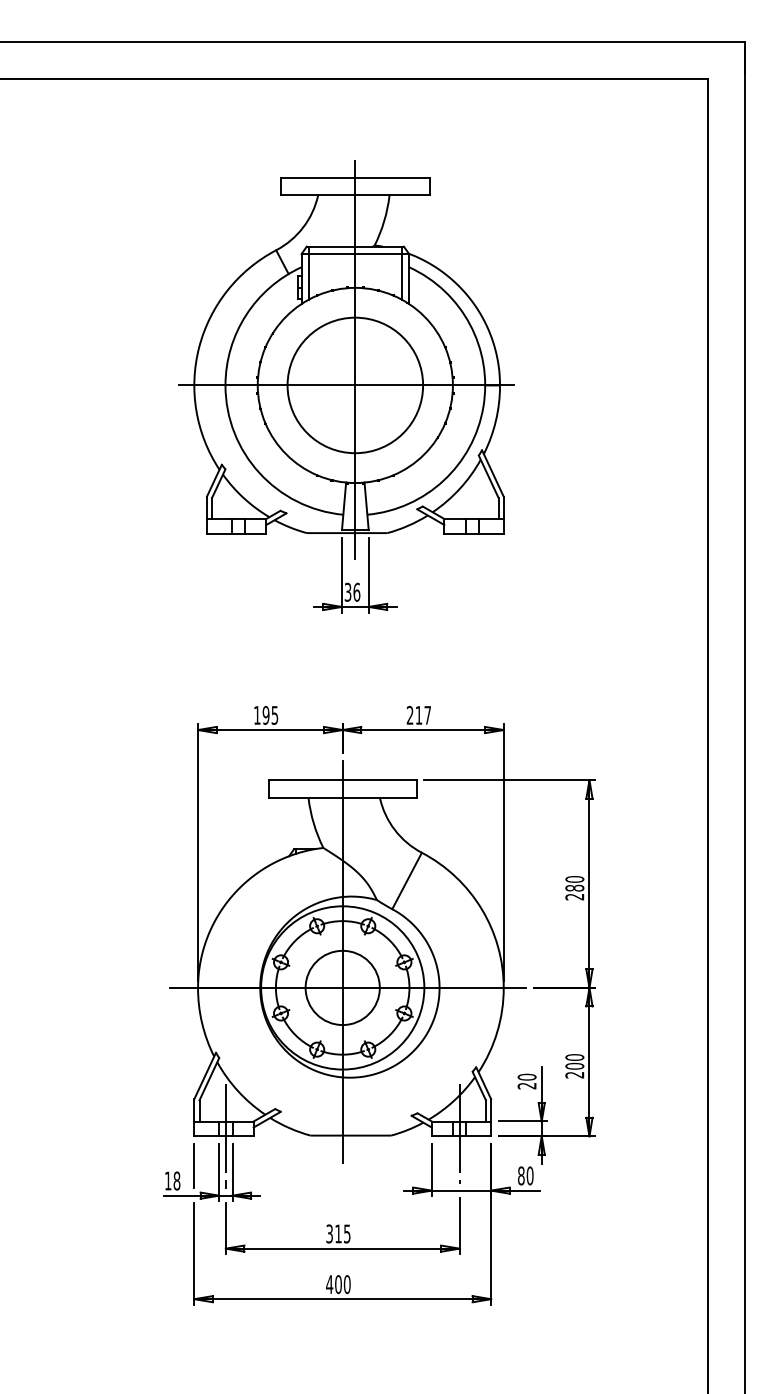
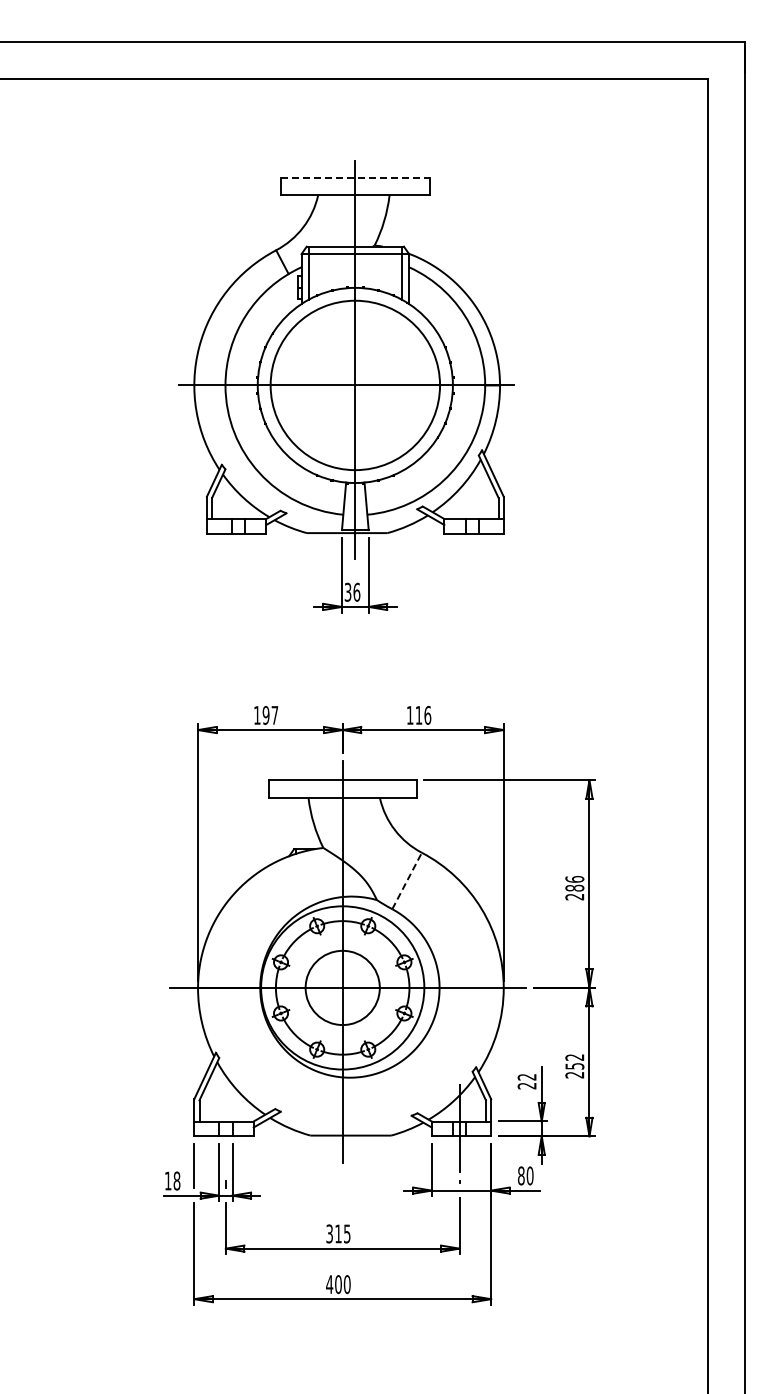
line at (355, 177): solid -> dashed
circle at (355, 385) diameter: 136 px -> 169 px
text at (418, 714): 217 -> 116
text at (274, 715): 195 -> 197
text at (574, 879): 280 -> 286
line at (407, 880): solid -> dashed
text at (574, 1061): 200 -> 252
text at (526, 1076): 20 -> 22
line at (225, 1128): present -> none
